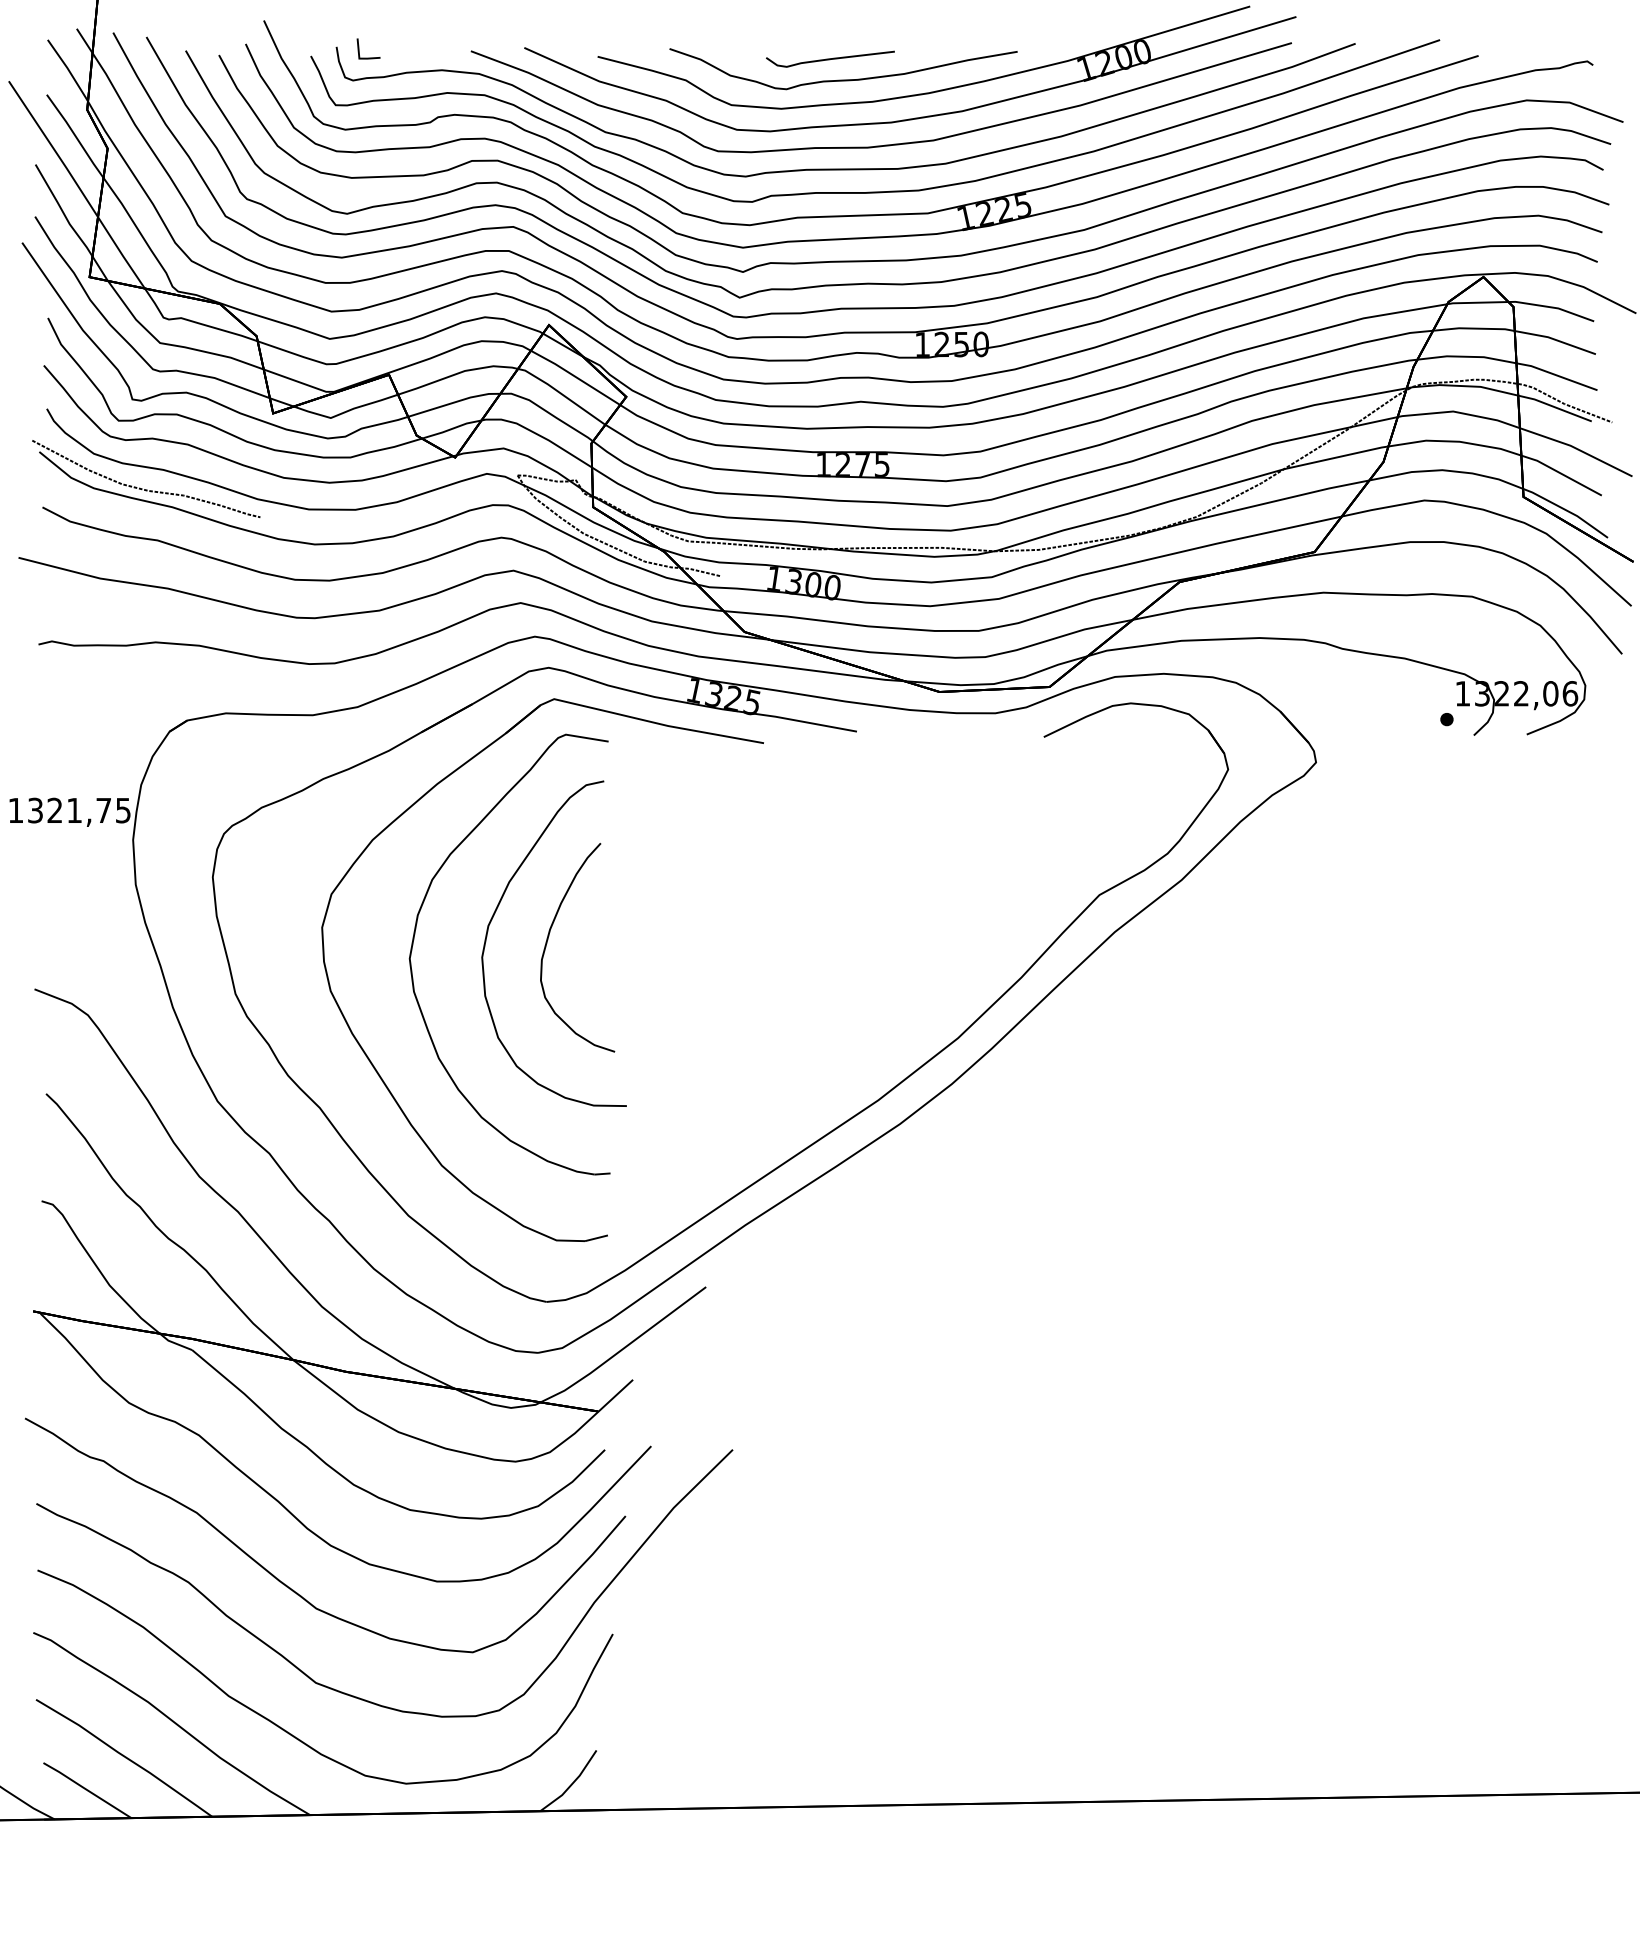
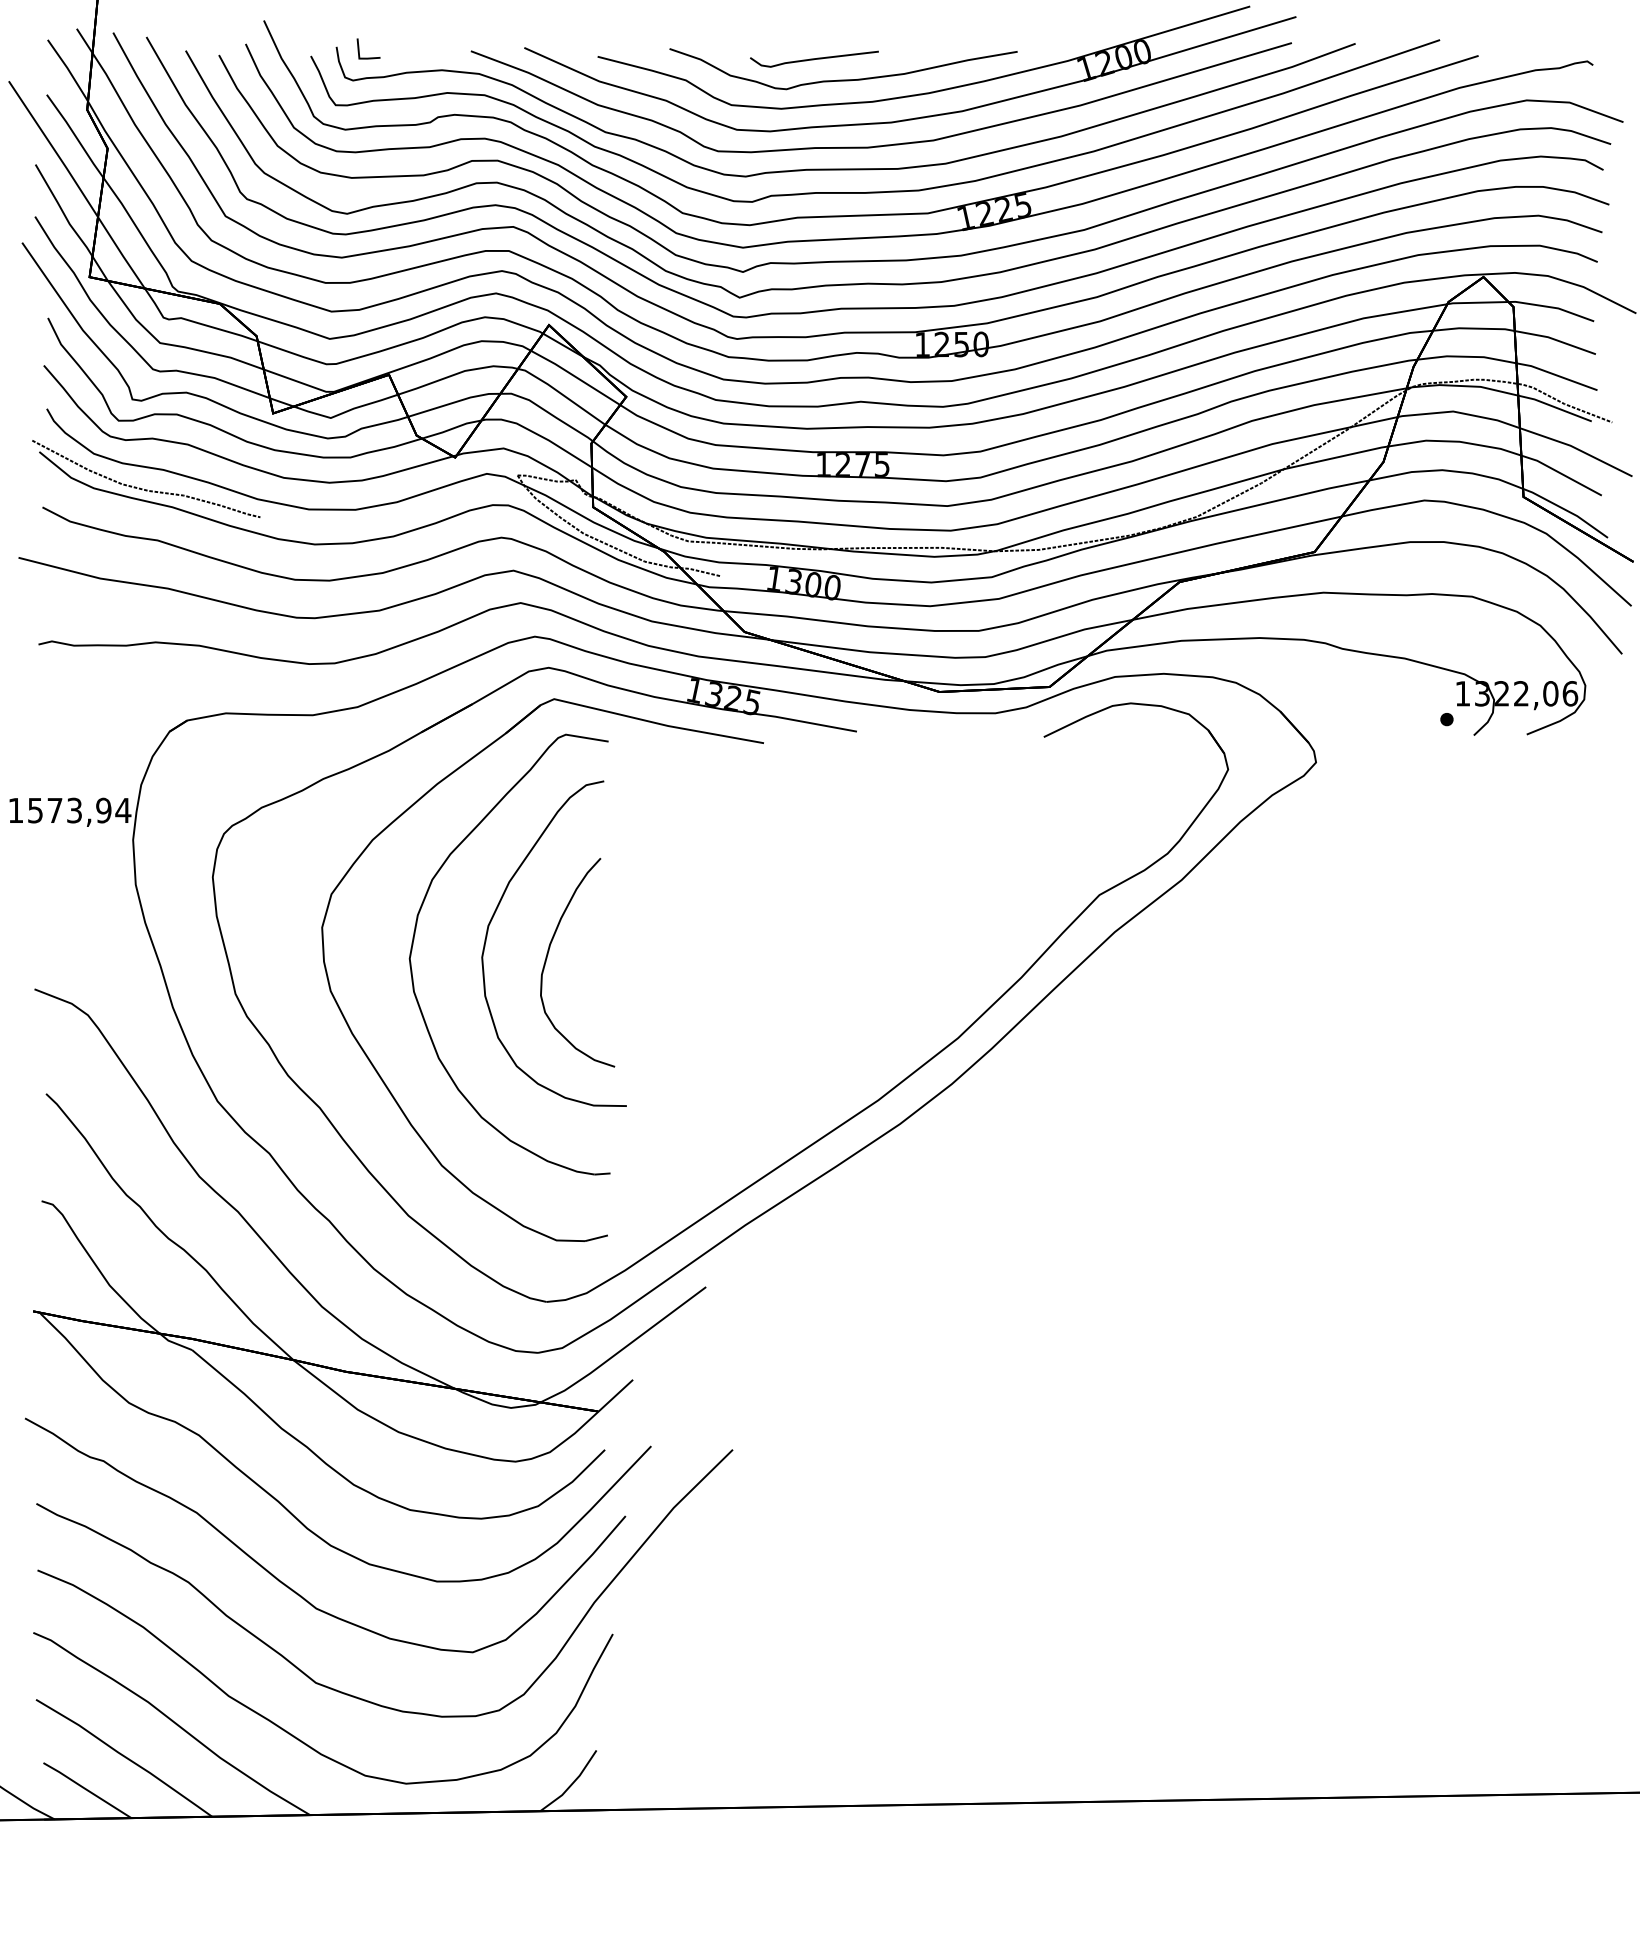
part at (830, 58) position: (830, 58) -> (814, 58)
text at (79, 810): 1321,75 -> 1573,94
curve at (548, 940) position: (548, 940) -> (548, 955)
